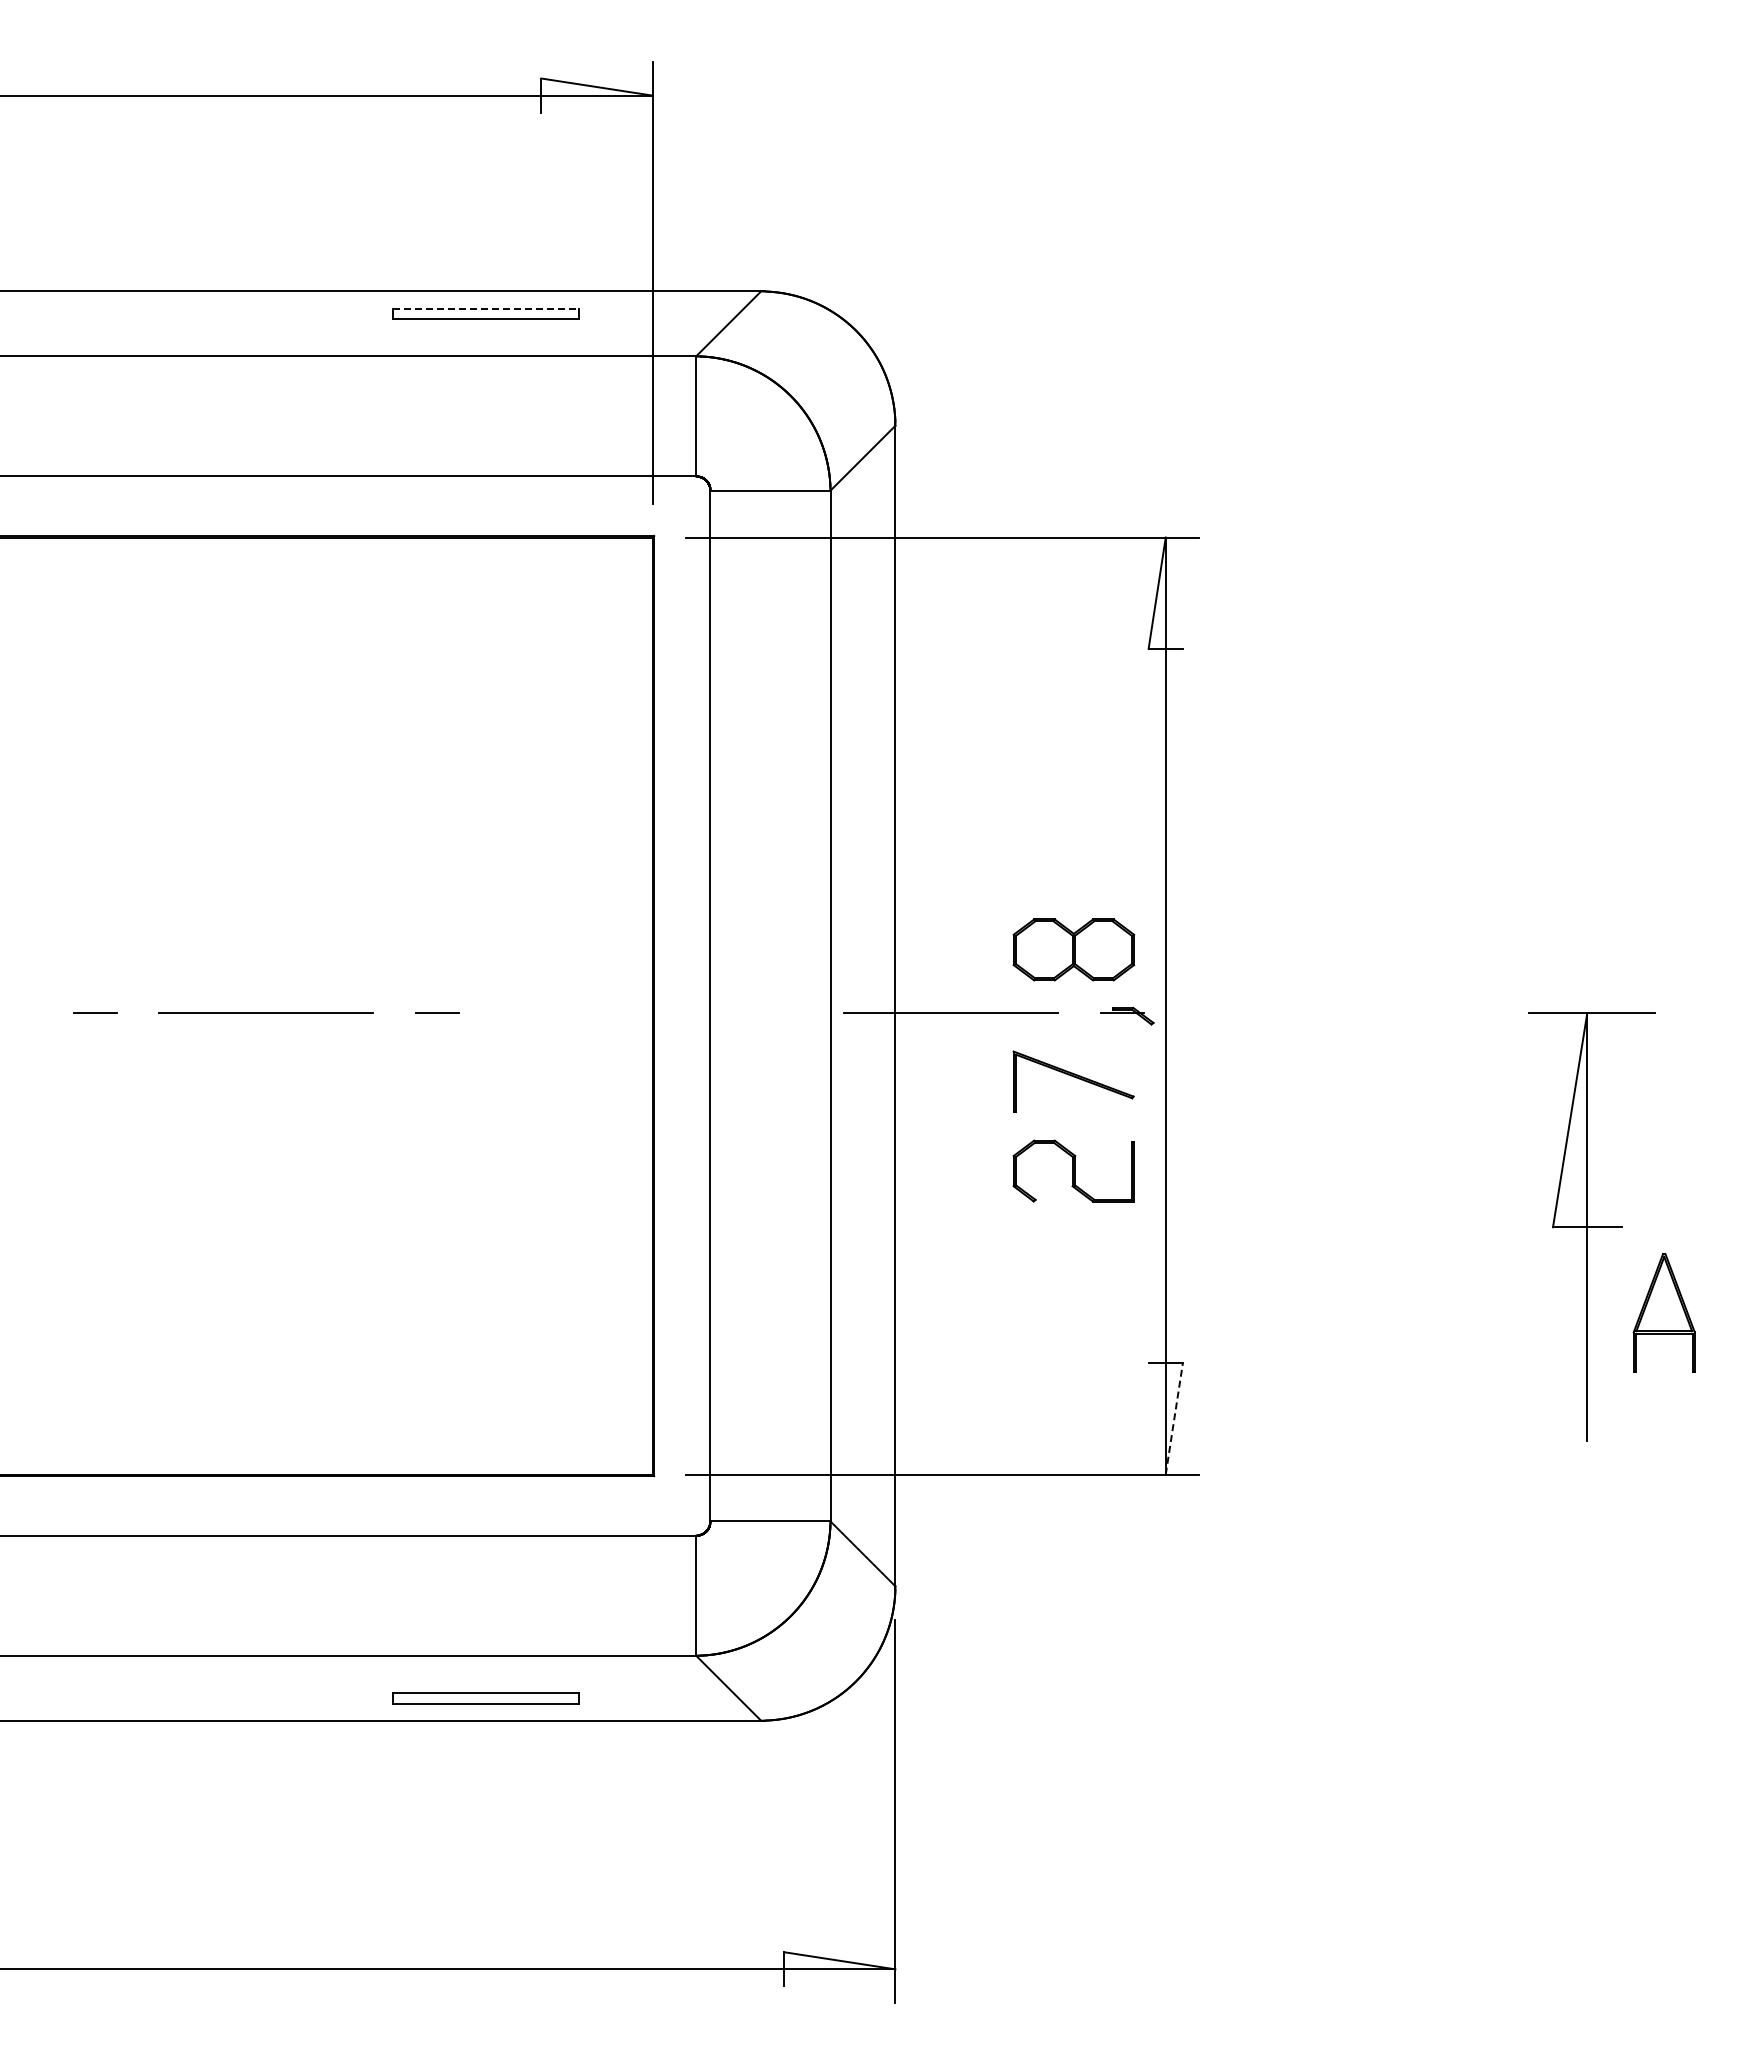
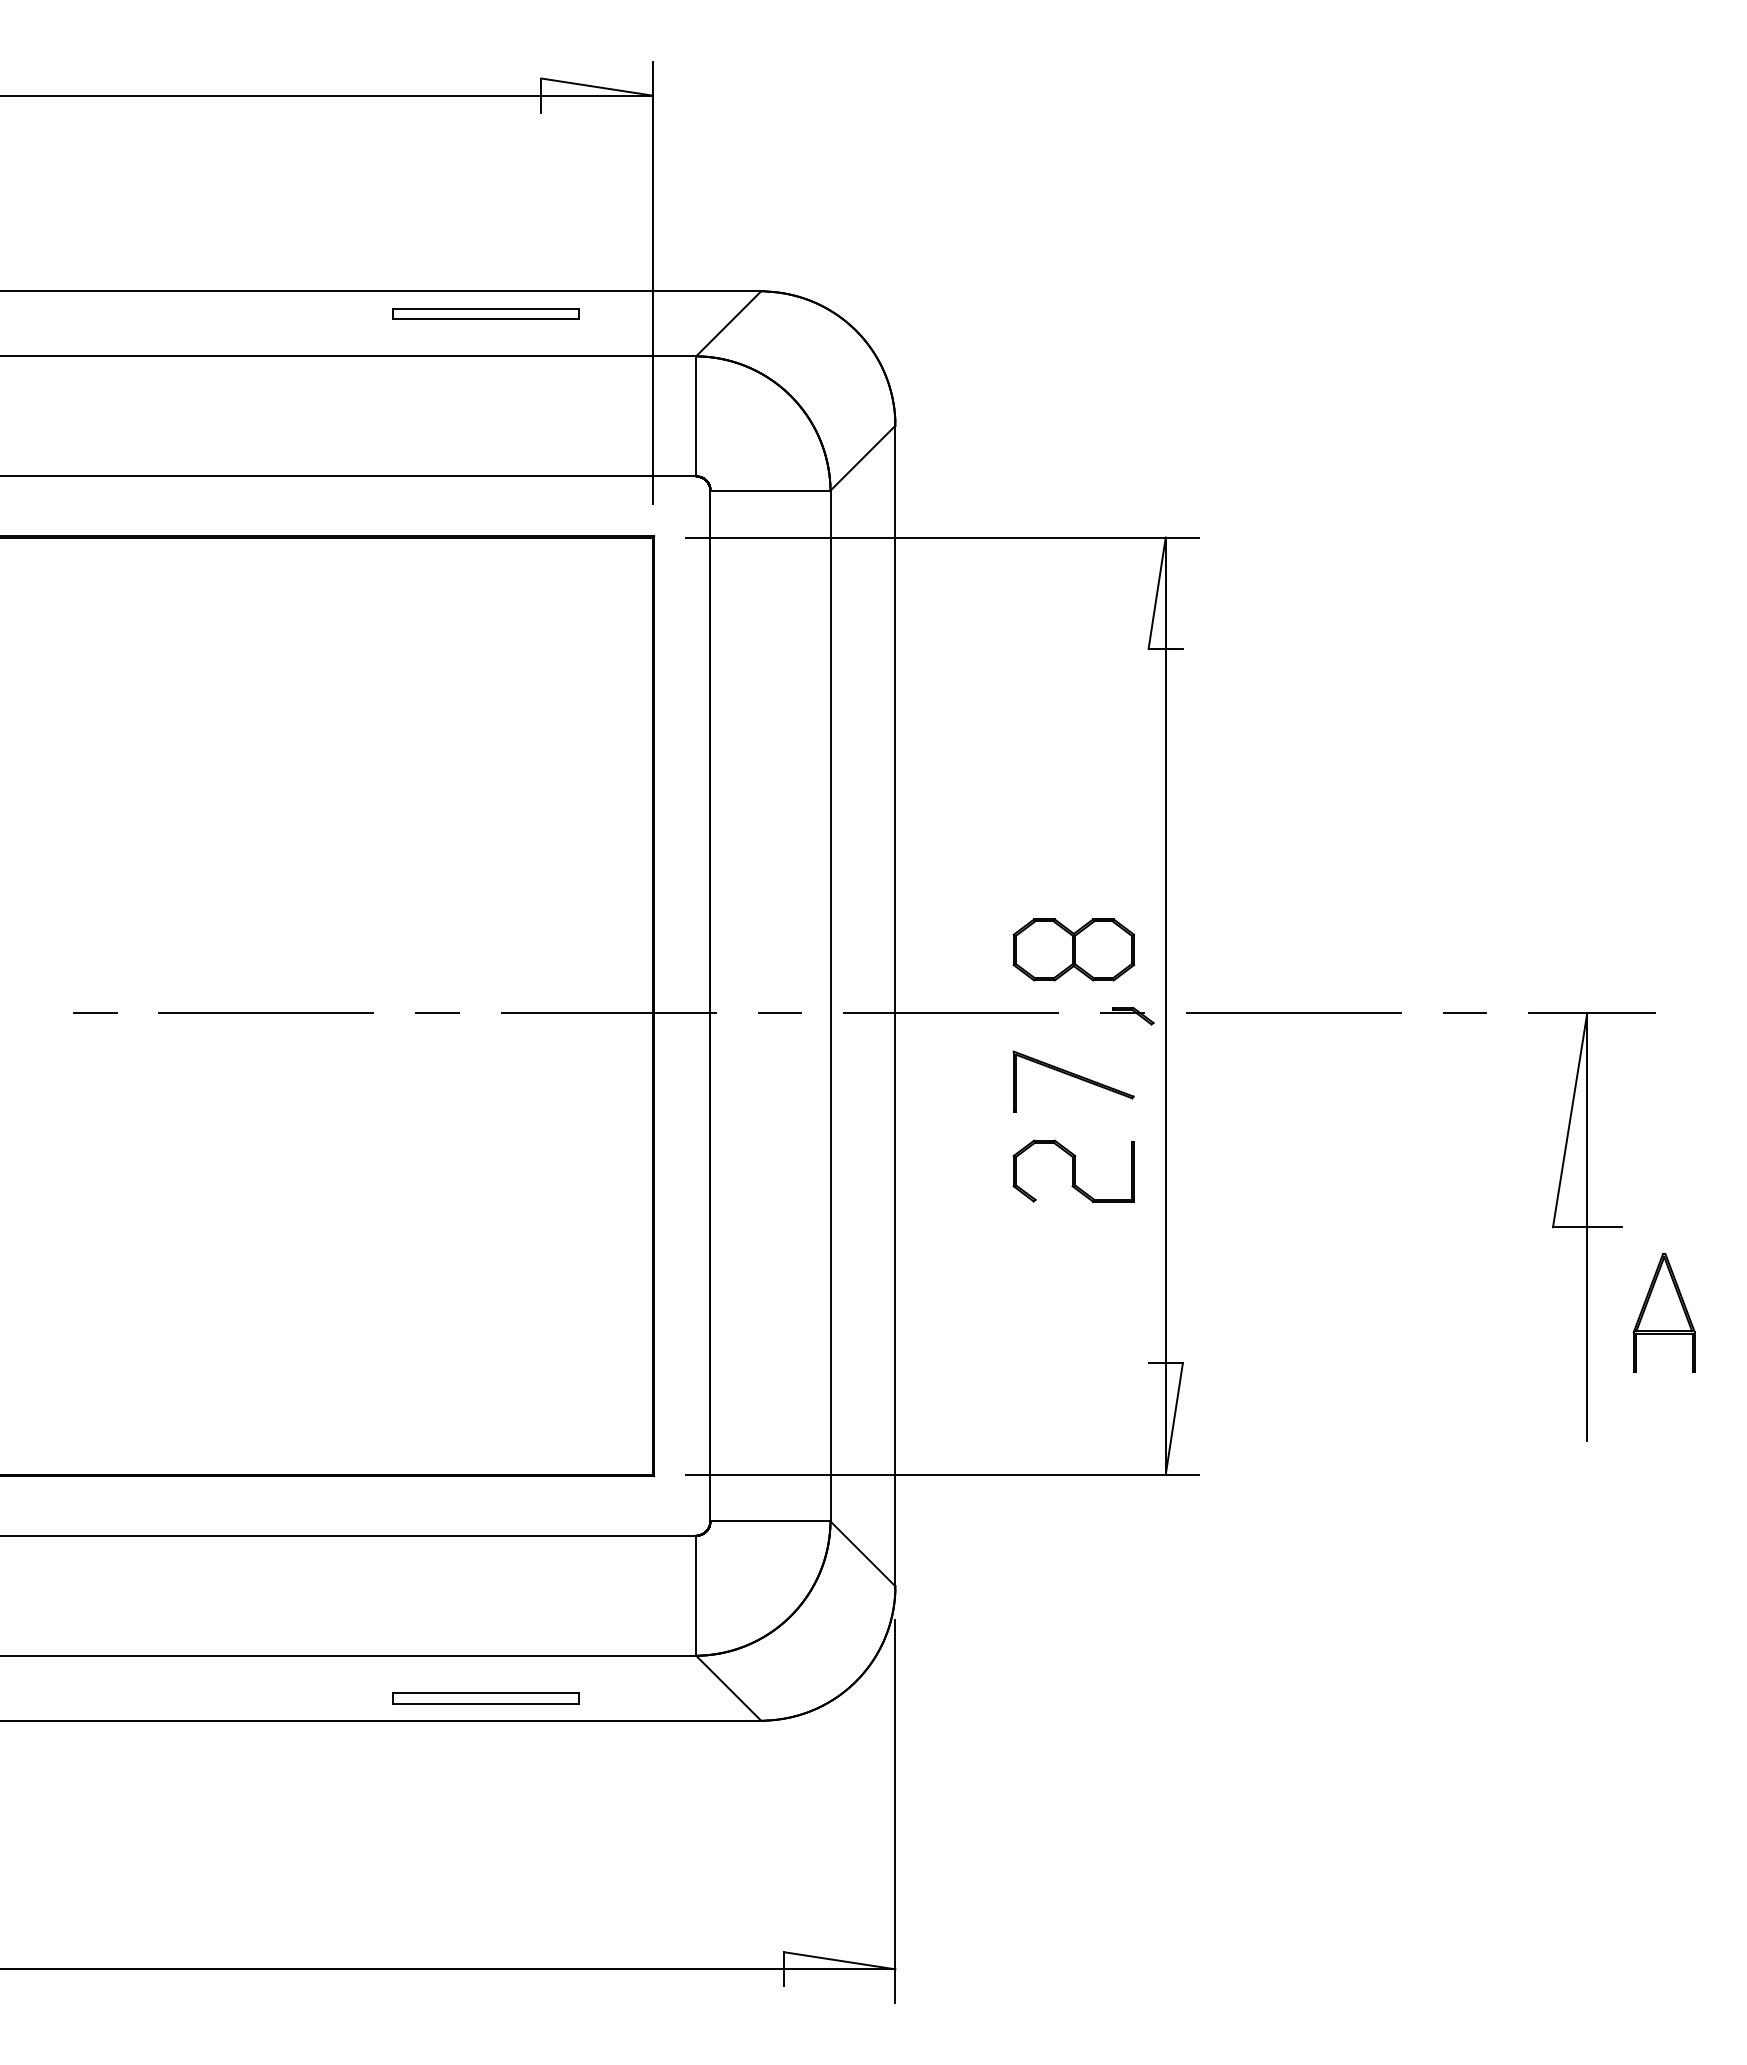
line at (485, 308): dashed -> solid
line at (779, 1012): none -> present
line at (608, 1013): none -> present
line at (1293, 1013): none -> present
line at (1464, 1013): none -> present
line at (1174, 1418): dashed -> solid
